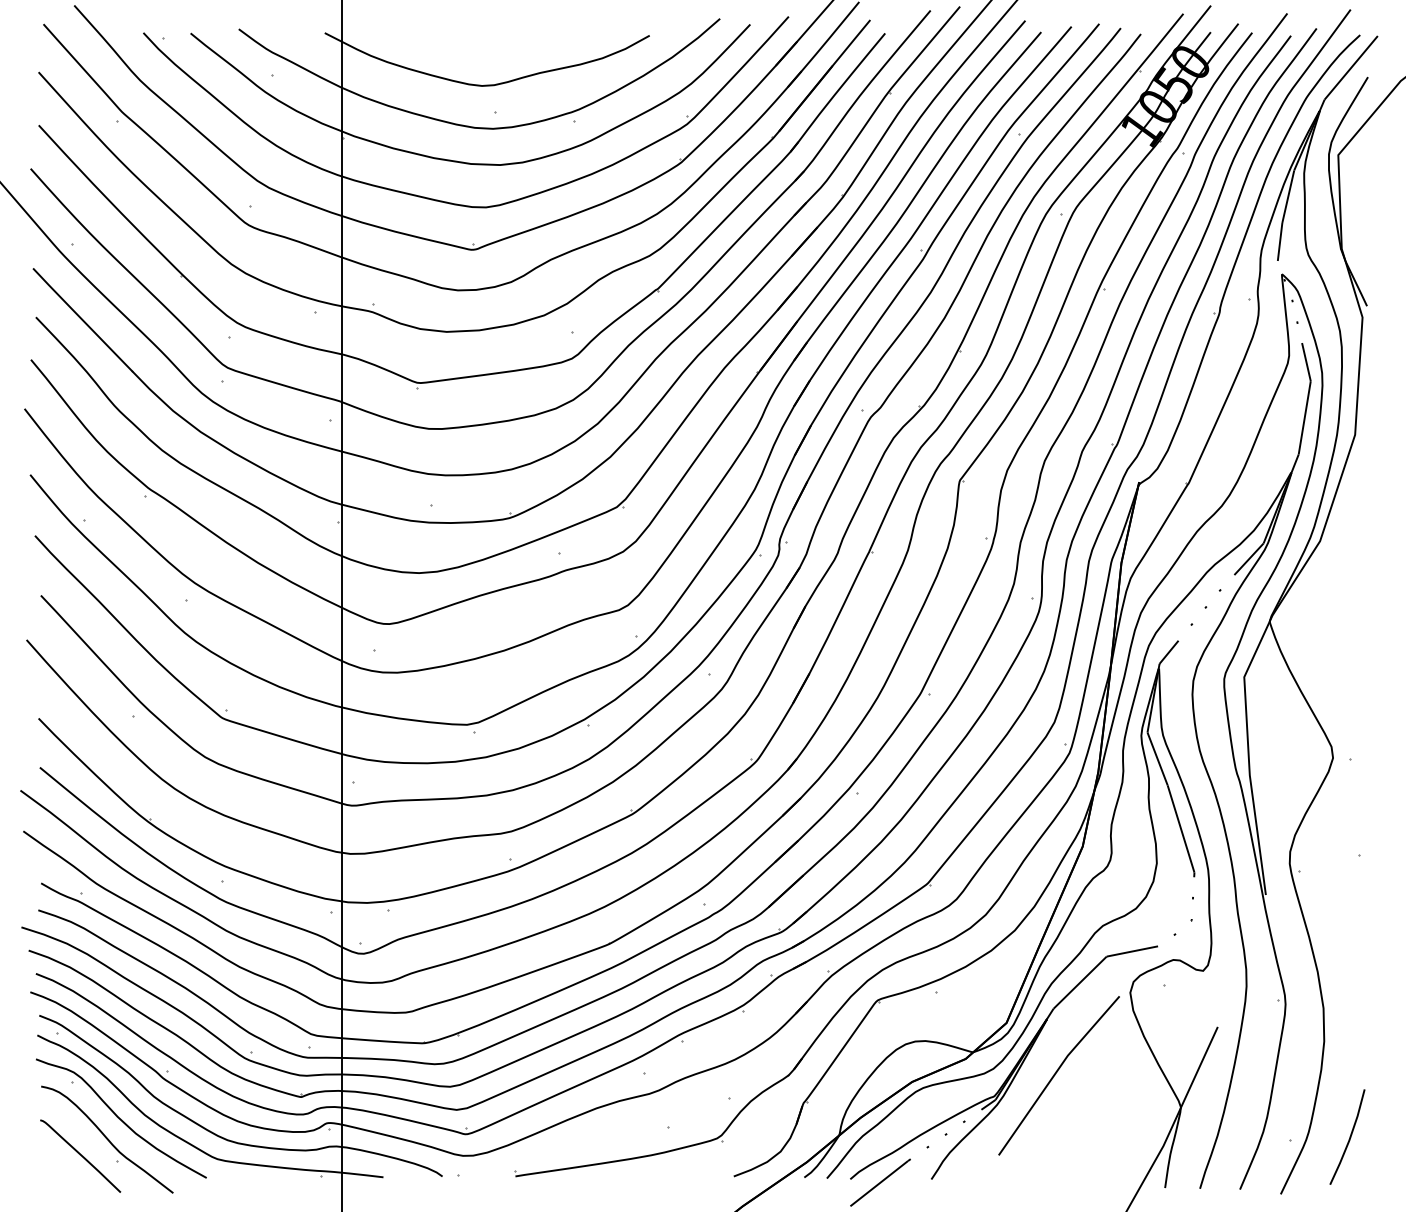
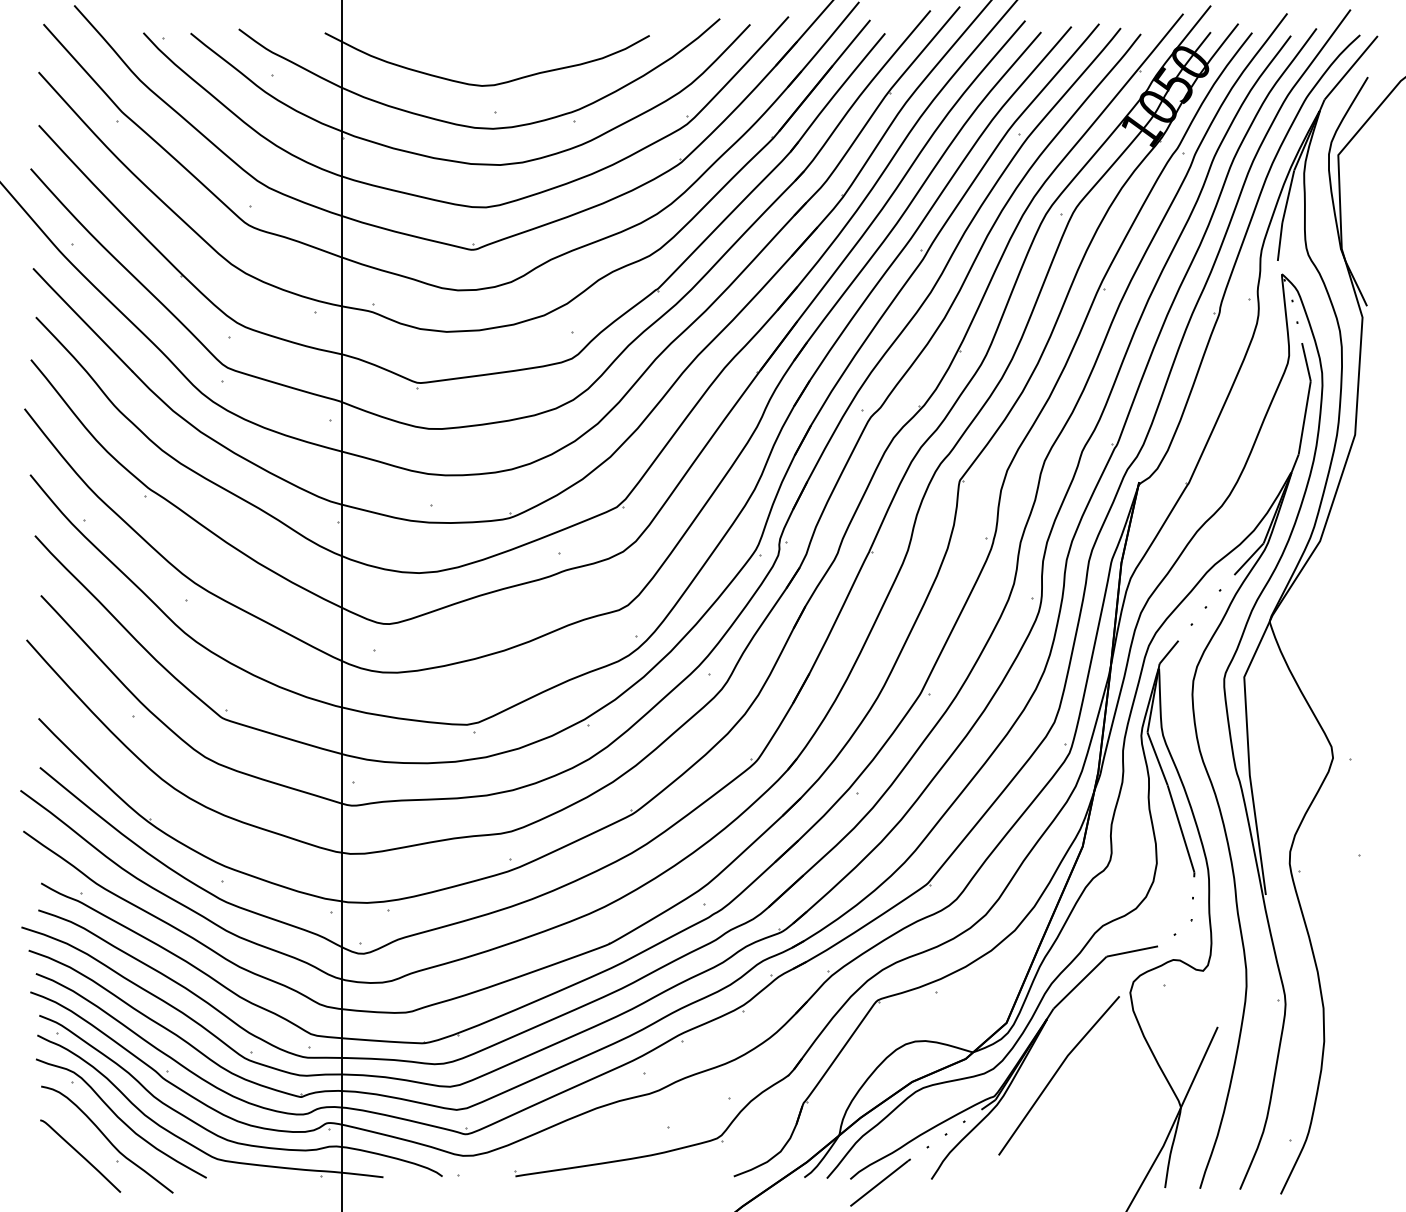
line at (1349, 1136): present -> none
